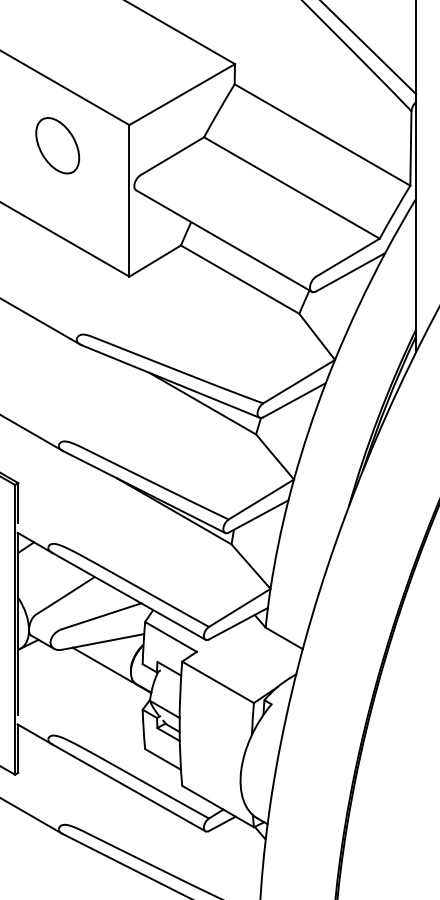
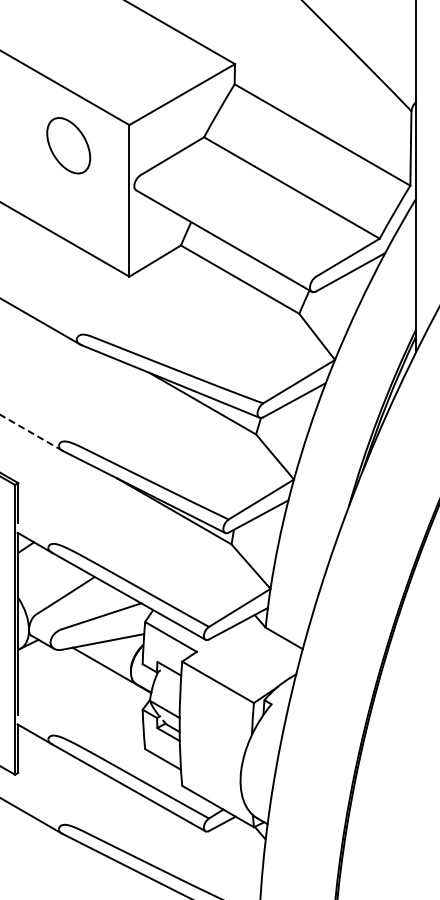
line at (369, 48): present -> none
part at (57, 145) position: (57, 145) -> (68, 145)
line at (31, 432): solid -> dashed
